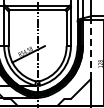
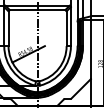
line at (90, 47): dashed -> solid
